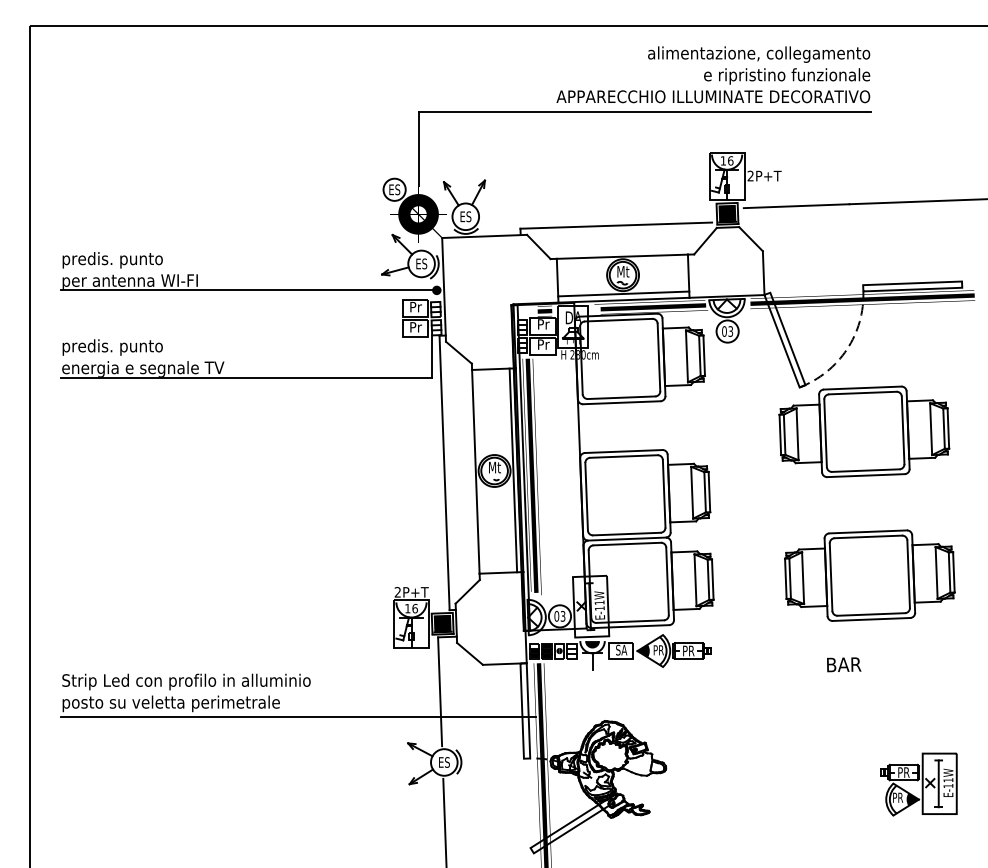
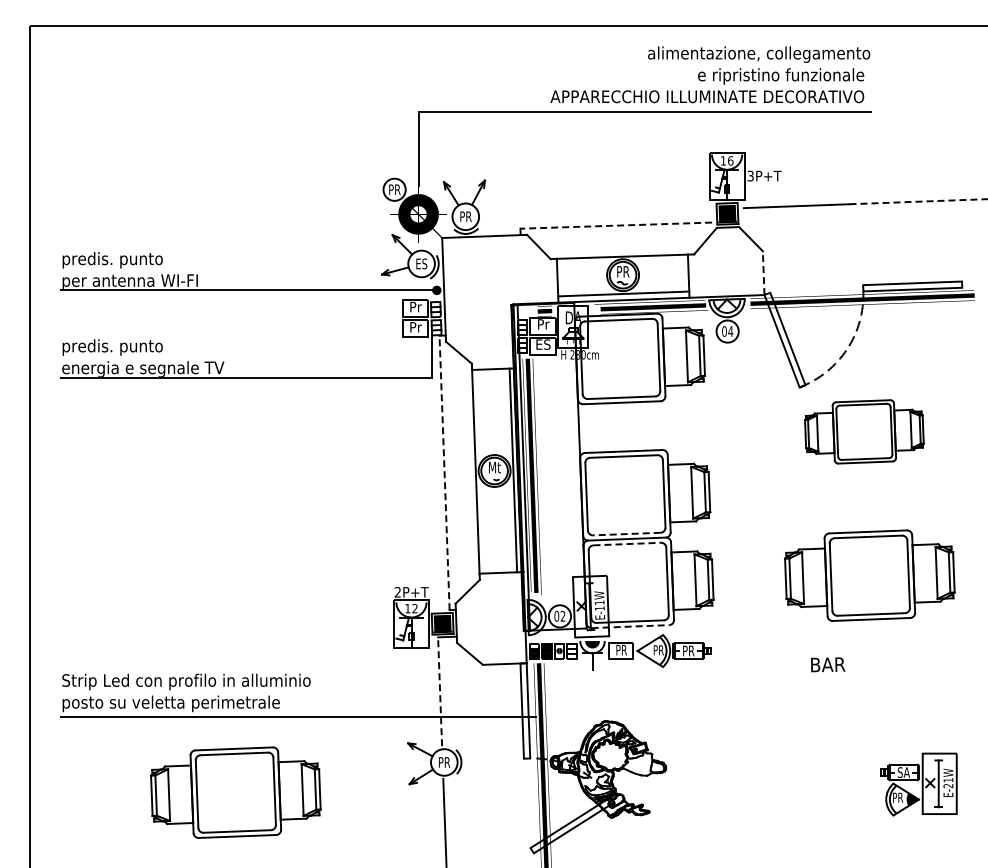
text at (713, 85) position: (713, 85) -> (707, 85)
text at (750, 176): 2P+T -> 3P+T
text at (394, 189): ES -> PR
line at (918, 201): solid -> dashed
text at (465, 216): ES -> PR
line at (616, 225): solid -> dashed
text at (623, 271): Mt -> PR
line at (763, 273): solid -> dashed
text at (730, 331): 03 -> 04
text at (543, 344): Pr -> ES
part at (864, 431) size: 173x94 px -> 121x66 px
line at (444, 472): solid -> dashed
line at (626, 534): solid -> dashed
line at (627, 544): solid -> dashed
text at (414, 608): 16 -> 12
text at (562, 616): 03 -> 02
line at (630, 626): solid -> dashed
text at (621, 649): SA -> PR
fill at (643, 650): present -> none
text at (844, 664) position: (844, 664) -> (828, 664)
line at (440, 691): solid -> dashed
text at (444, 762): ES -> PR
text at (903, 772): PR -> SA
text at (947, 786): E-11W -> E-21W
part at (235, 792): none -> present
